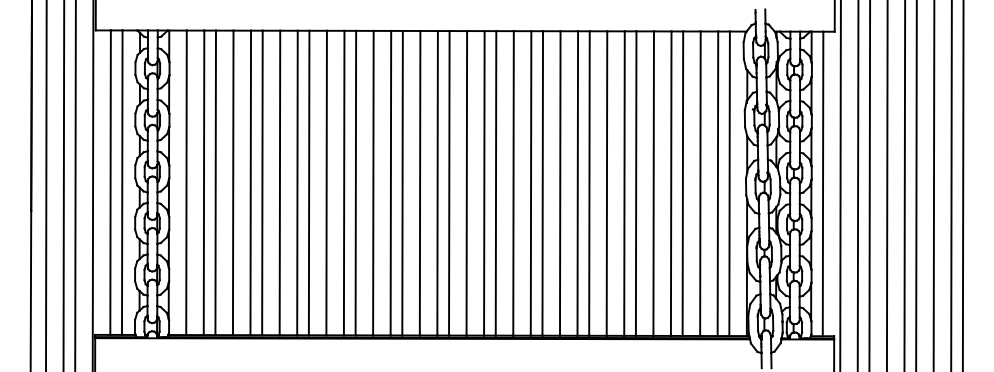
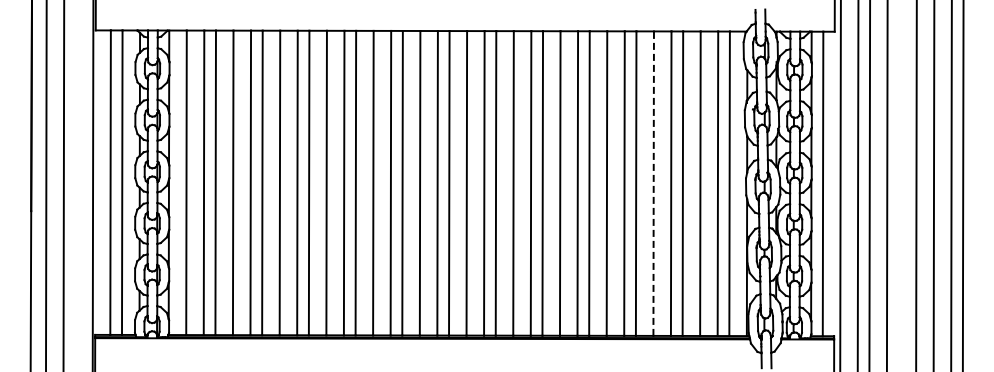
line at (653, 183): solid -> dashed
line at (75, 185): present -> none
line at (904, 185): present -> none
